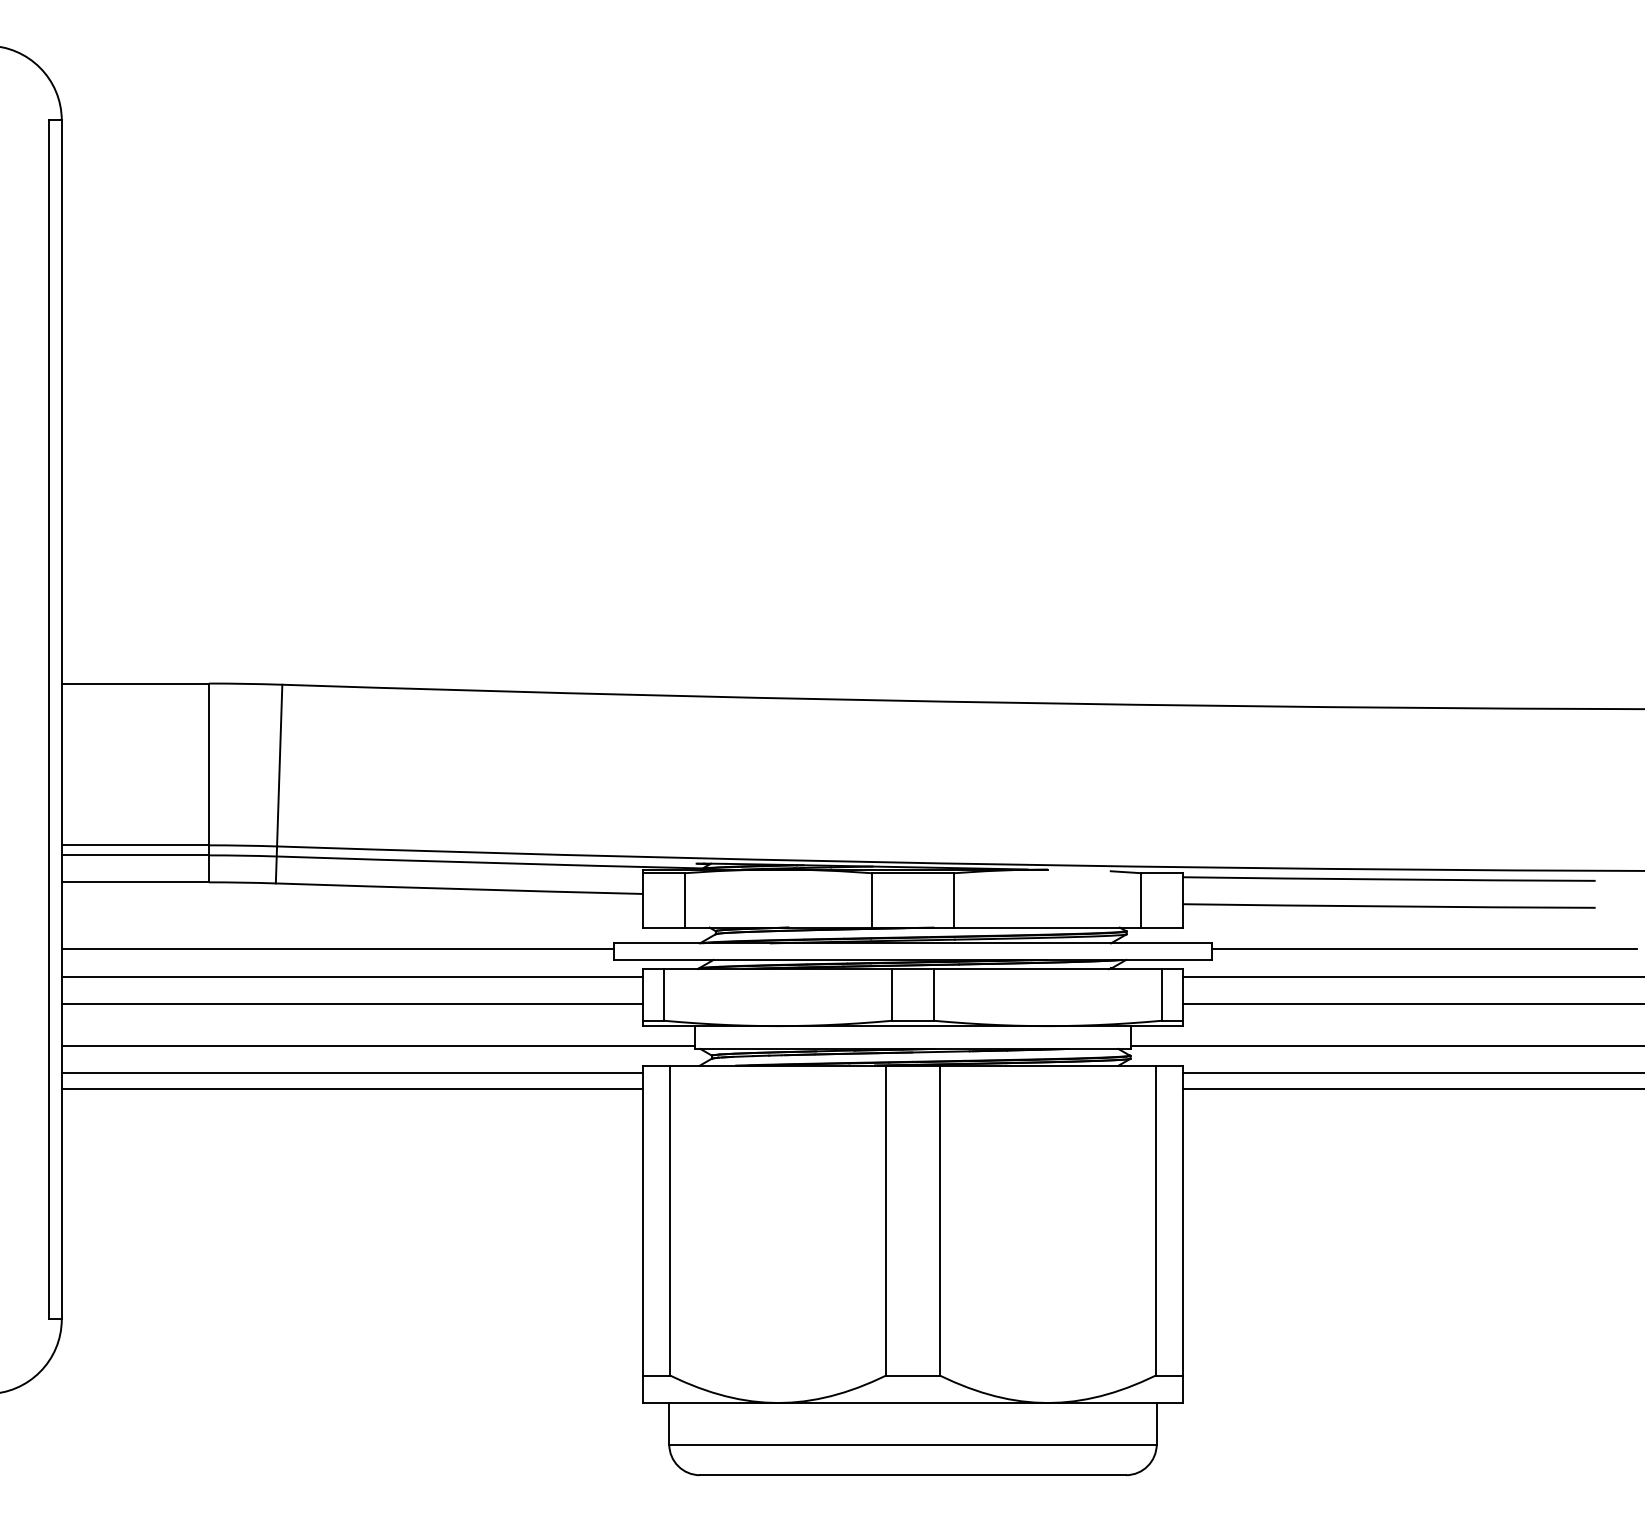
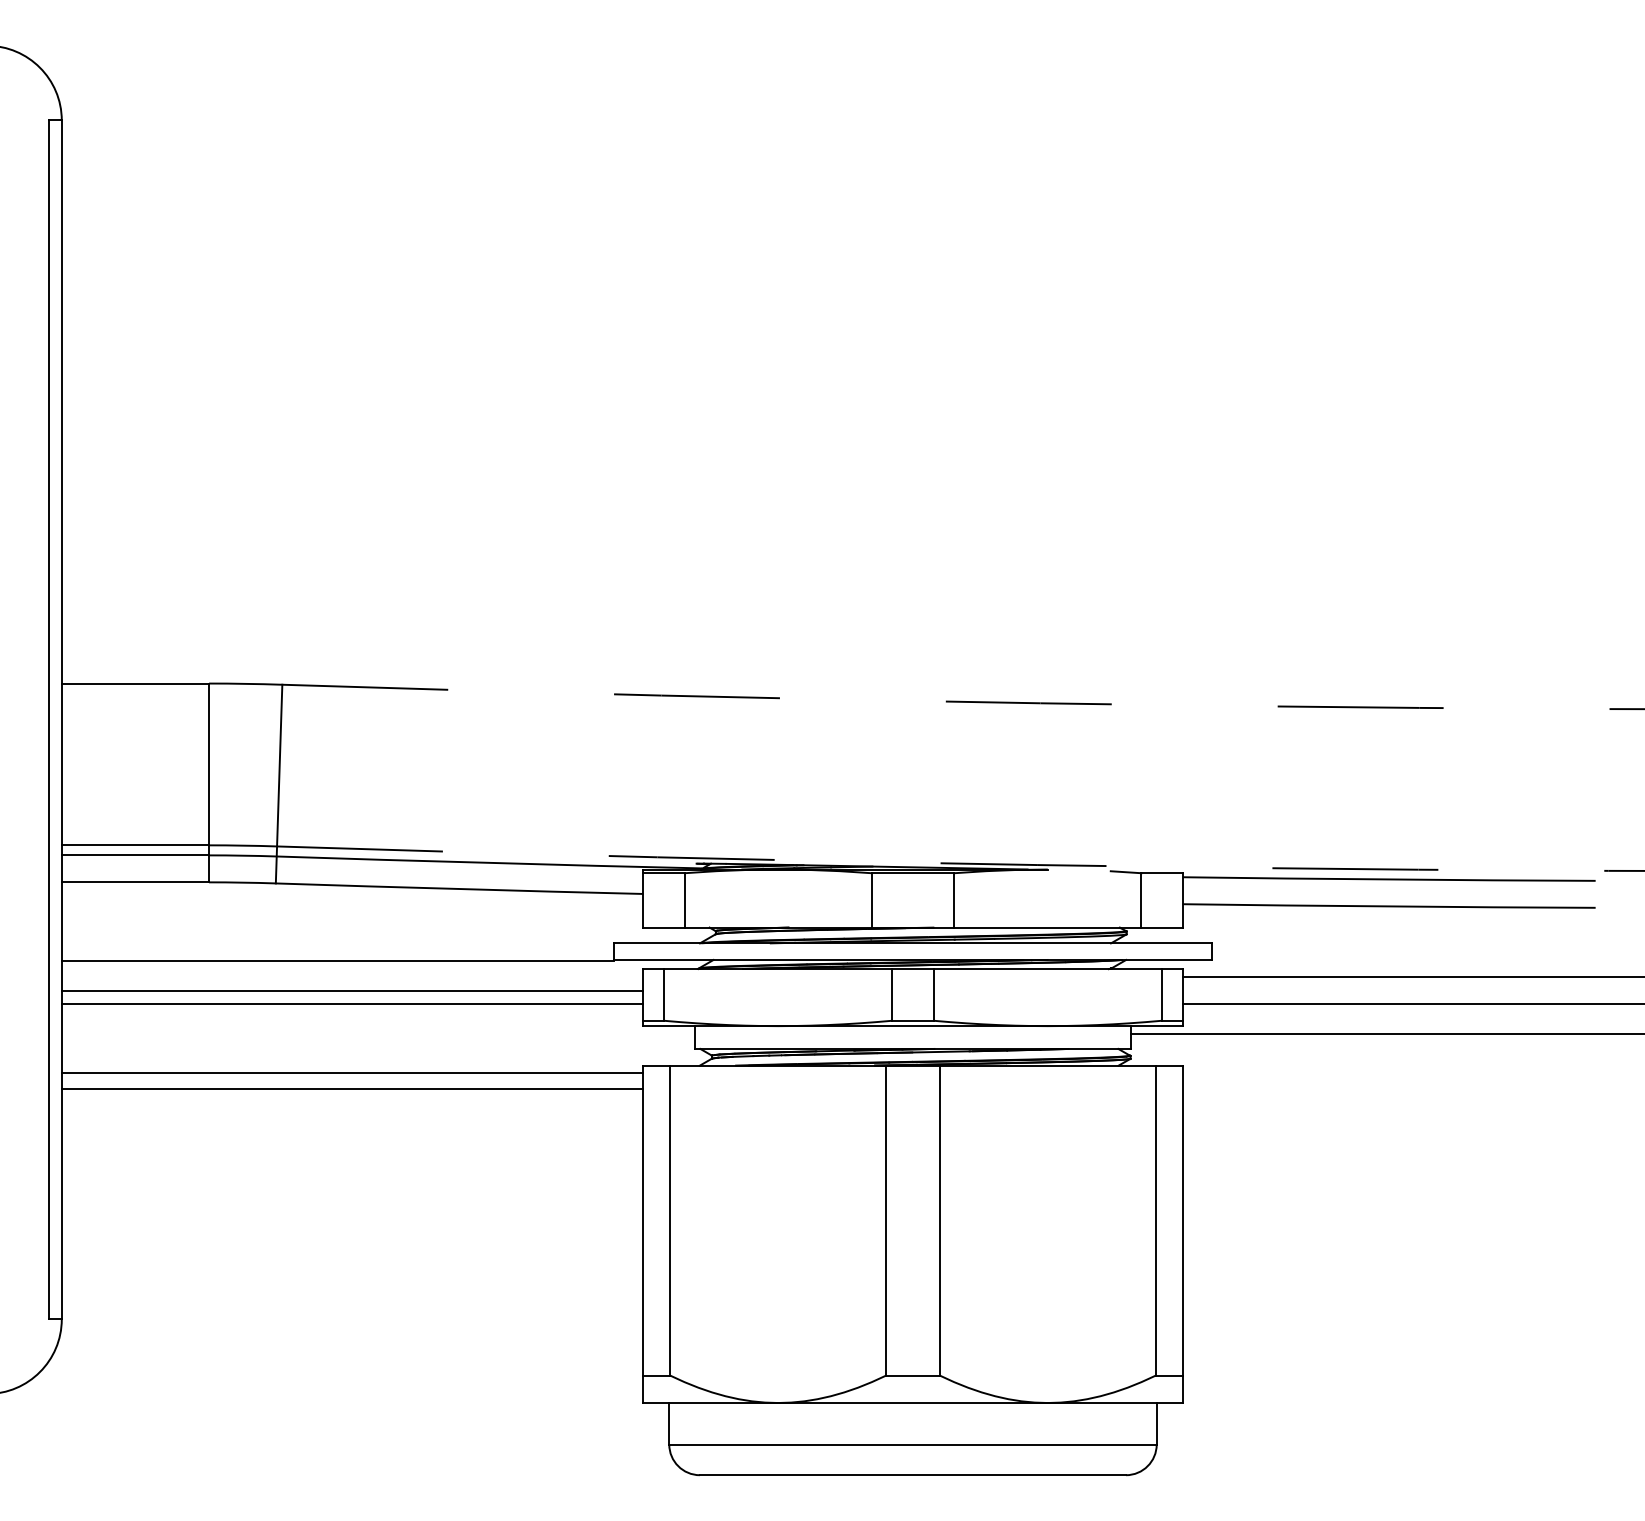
arc at (963, 701): solid -> dashed
arc at (961, 863): solid -> dashed
line at (337, 949) position: (337, 949) -> (337, 961)
line at (1424, 949): present -> none
line at (352, 976) position: (352, 976) -> (352, 990)
line at (378, 1046): present -> none
line at (1385, 1046) position: (1385, 1046) -> (1385, 1034)
line at (1411, 1073): present -> none
line at (1411, 1089): present -> none
